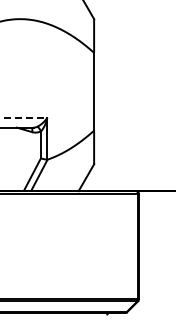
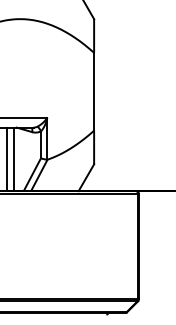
line at (24, 117): dashed -> solid
line at (7, 159): none -> present
line at (13, 159): none -> present
